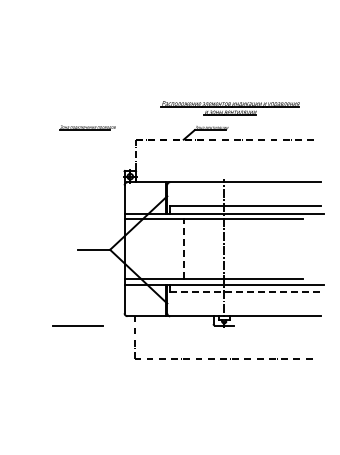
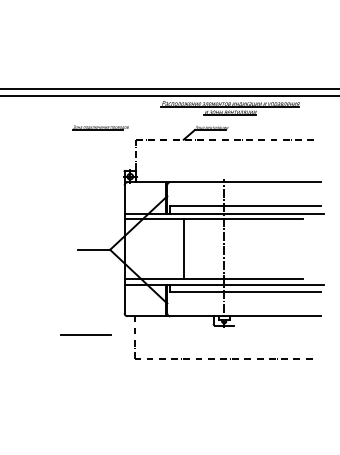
line at (169, 88): none -> present
line at (169, 96): none -> present
part at (87, 127) position: (87, 127) -> (100, 127)
line at (183, 249): dashed -> solid
line at (246, 292): dashed -> solid
line at (77, 325) position: (77, 325) -> (85, 334)
